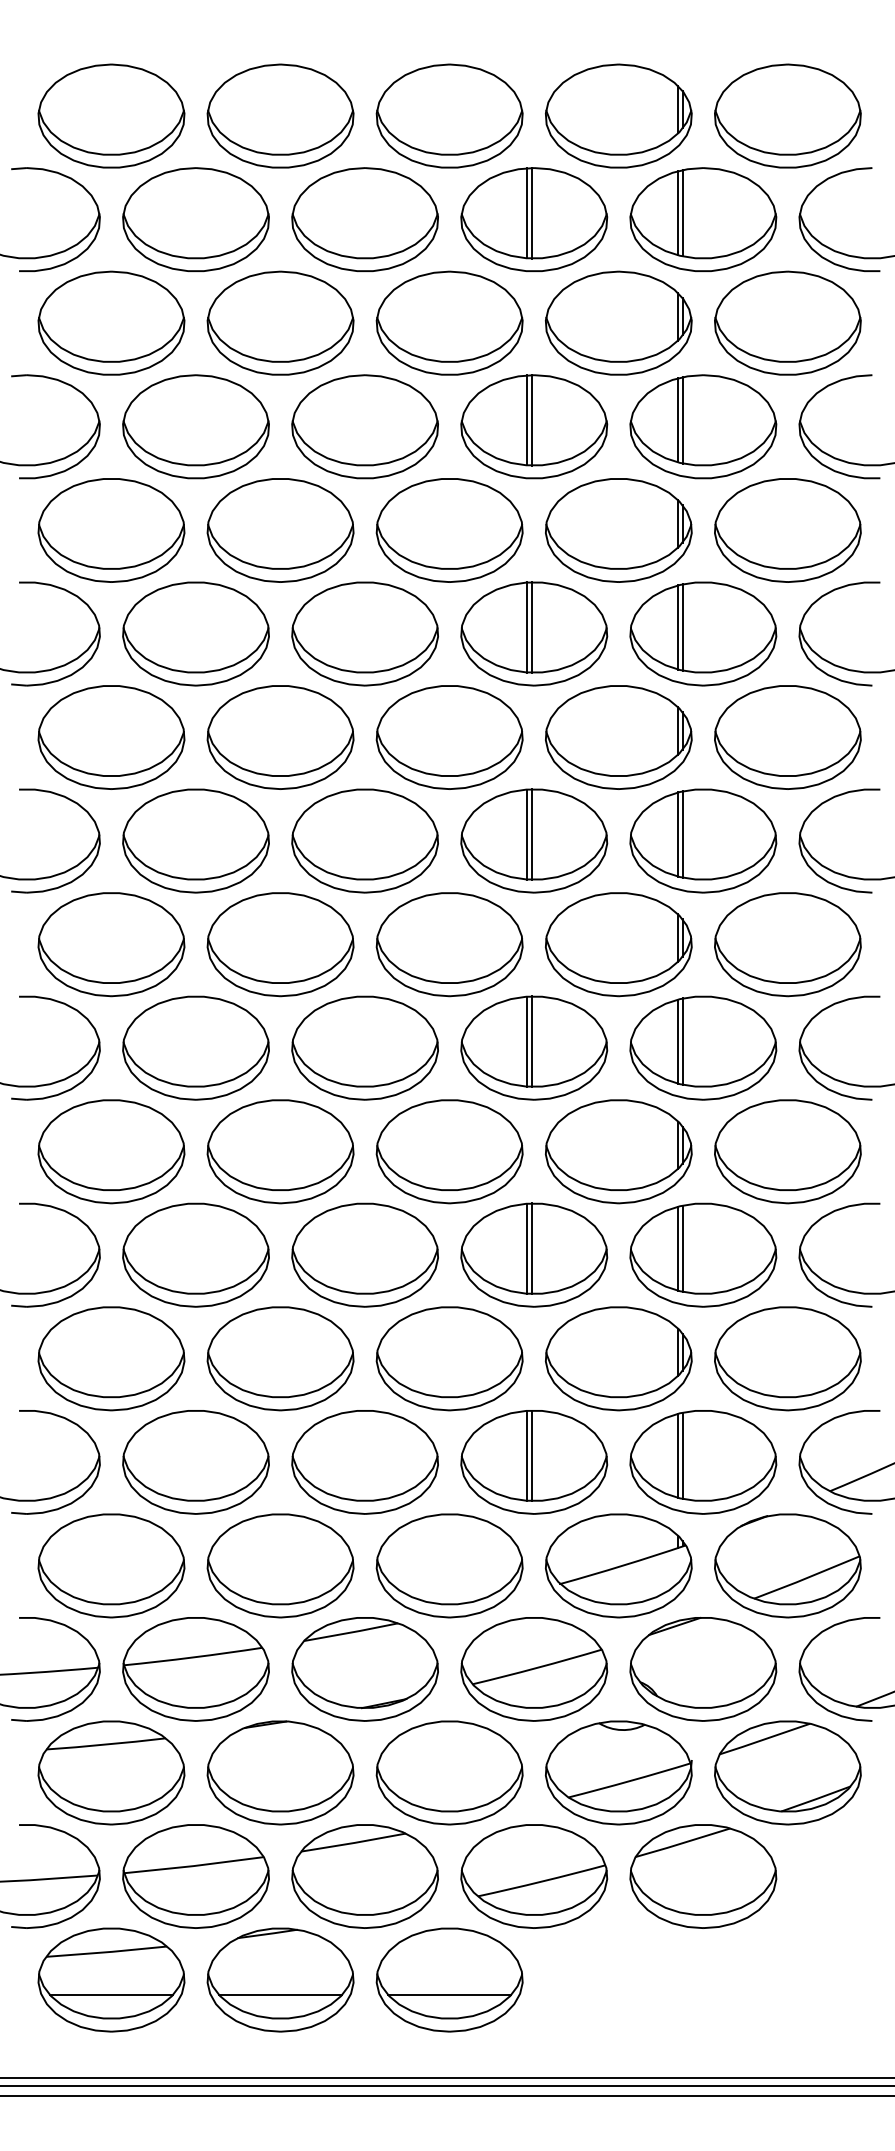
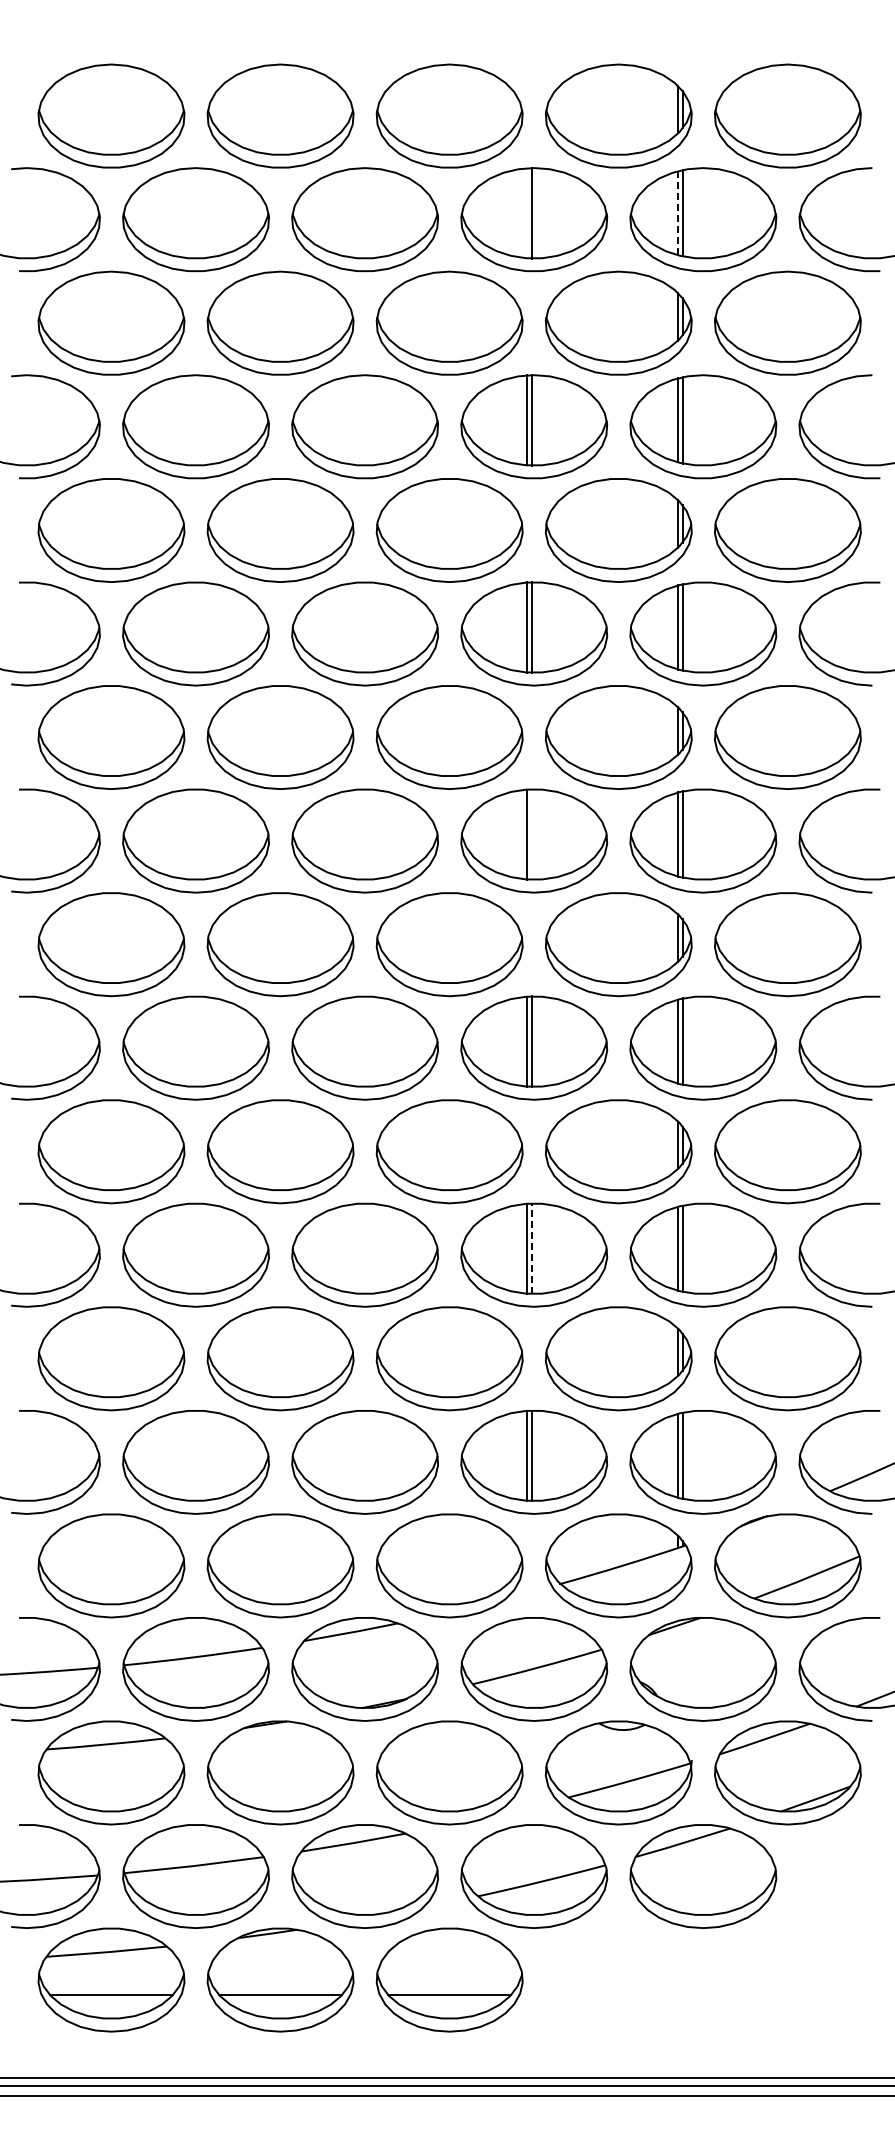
line at (678, 212): solid -> dashed
line at (527, 213): present -> none
line at (531, 834): present -> none
line at (531, 1248): solid -> dashed
